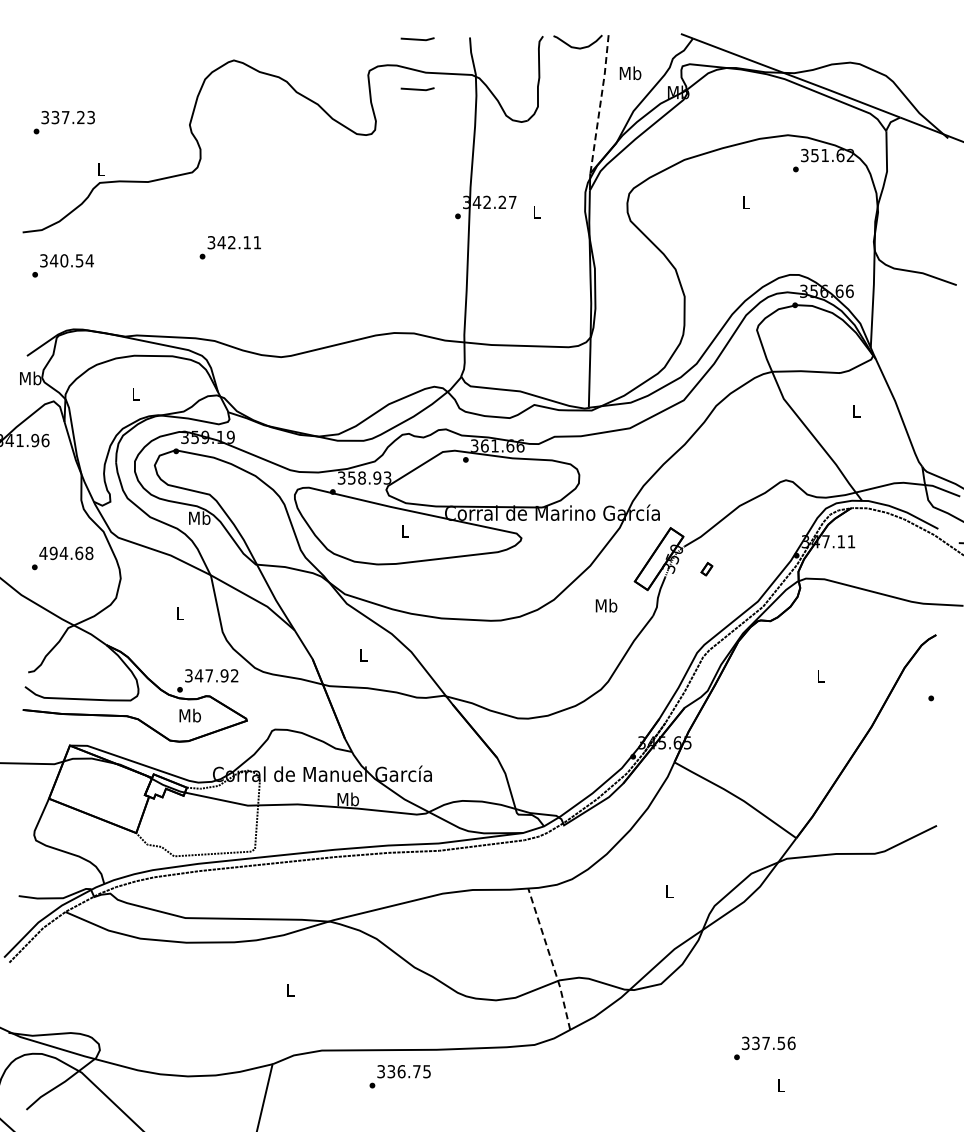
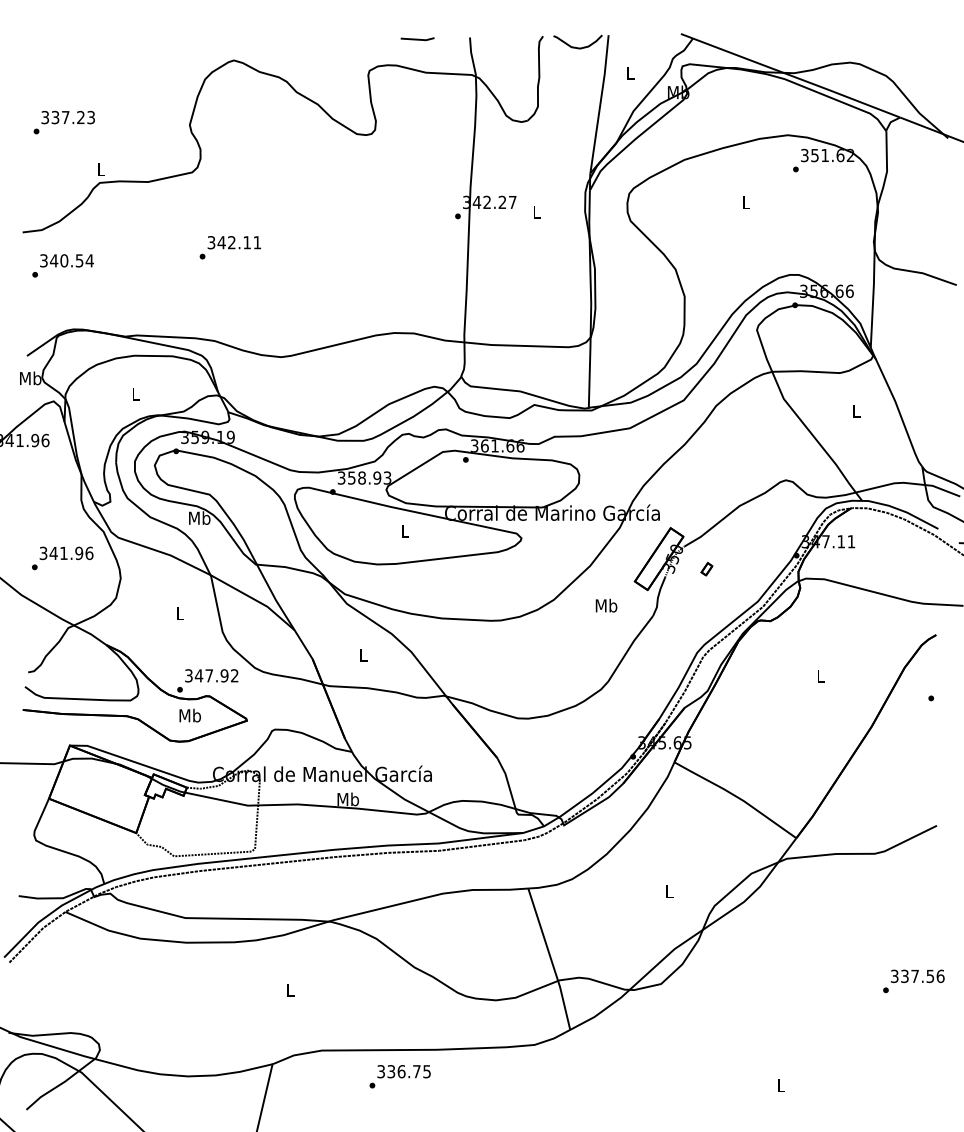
text at (630, 73): Mb -> L
line at (417, 89): present -> none
line at (600, 103): dashed -> solid
text at (66, 553): 494.68 -> 341.96
line at (551, 959): dashed -> solid
text at (764, 1048) position: (764, 1048) -> (913, 981)
